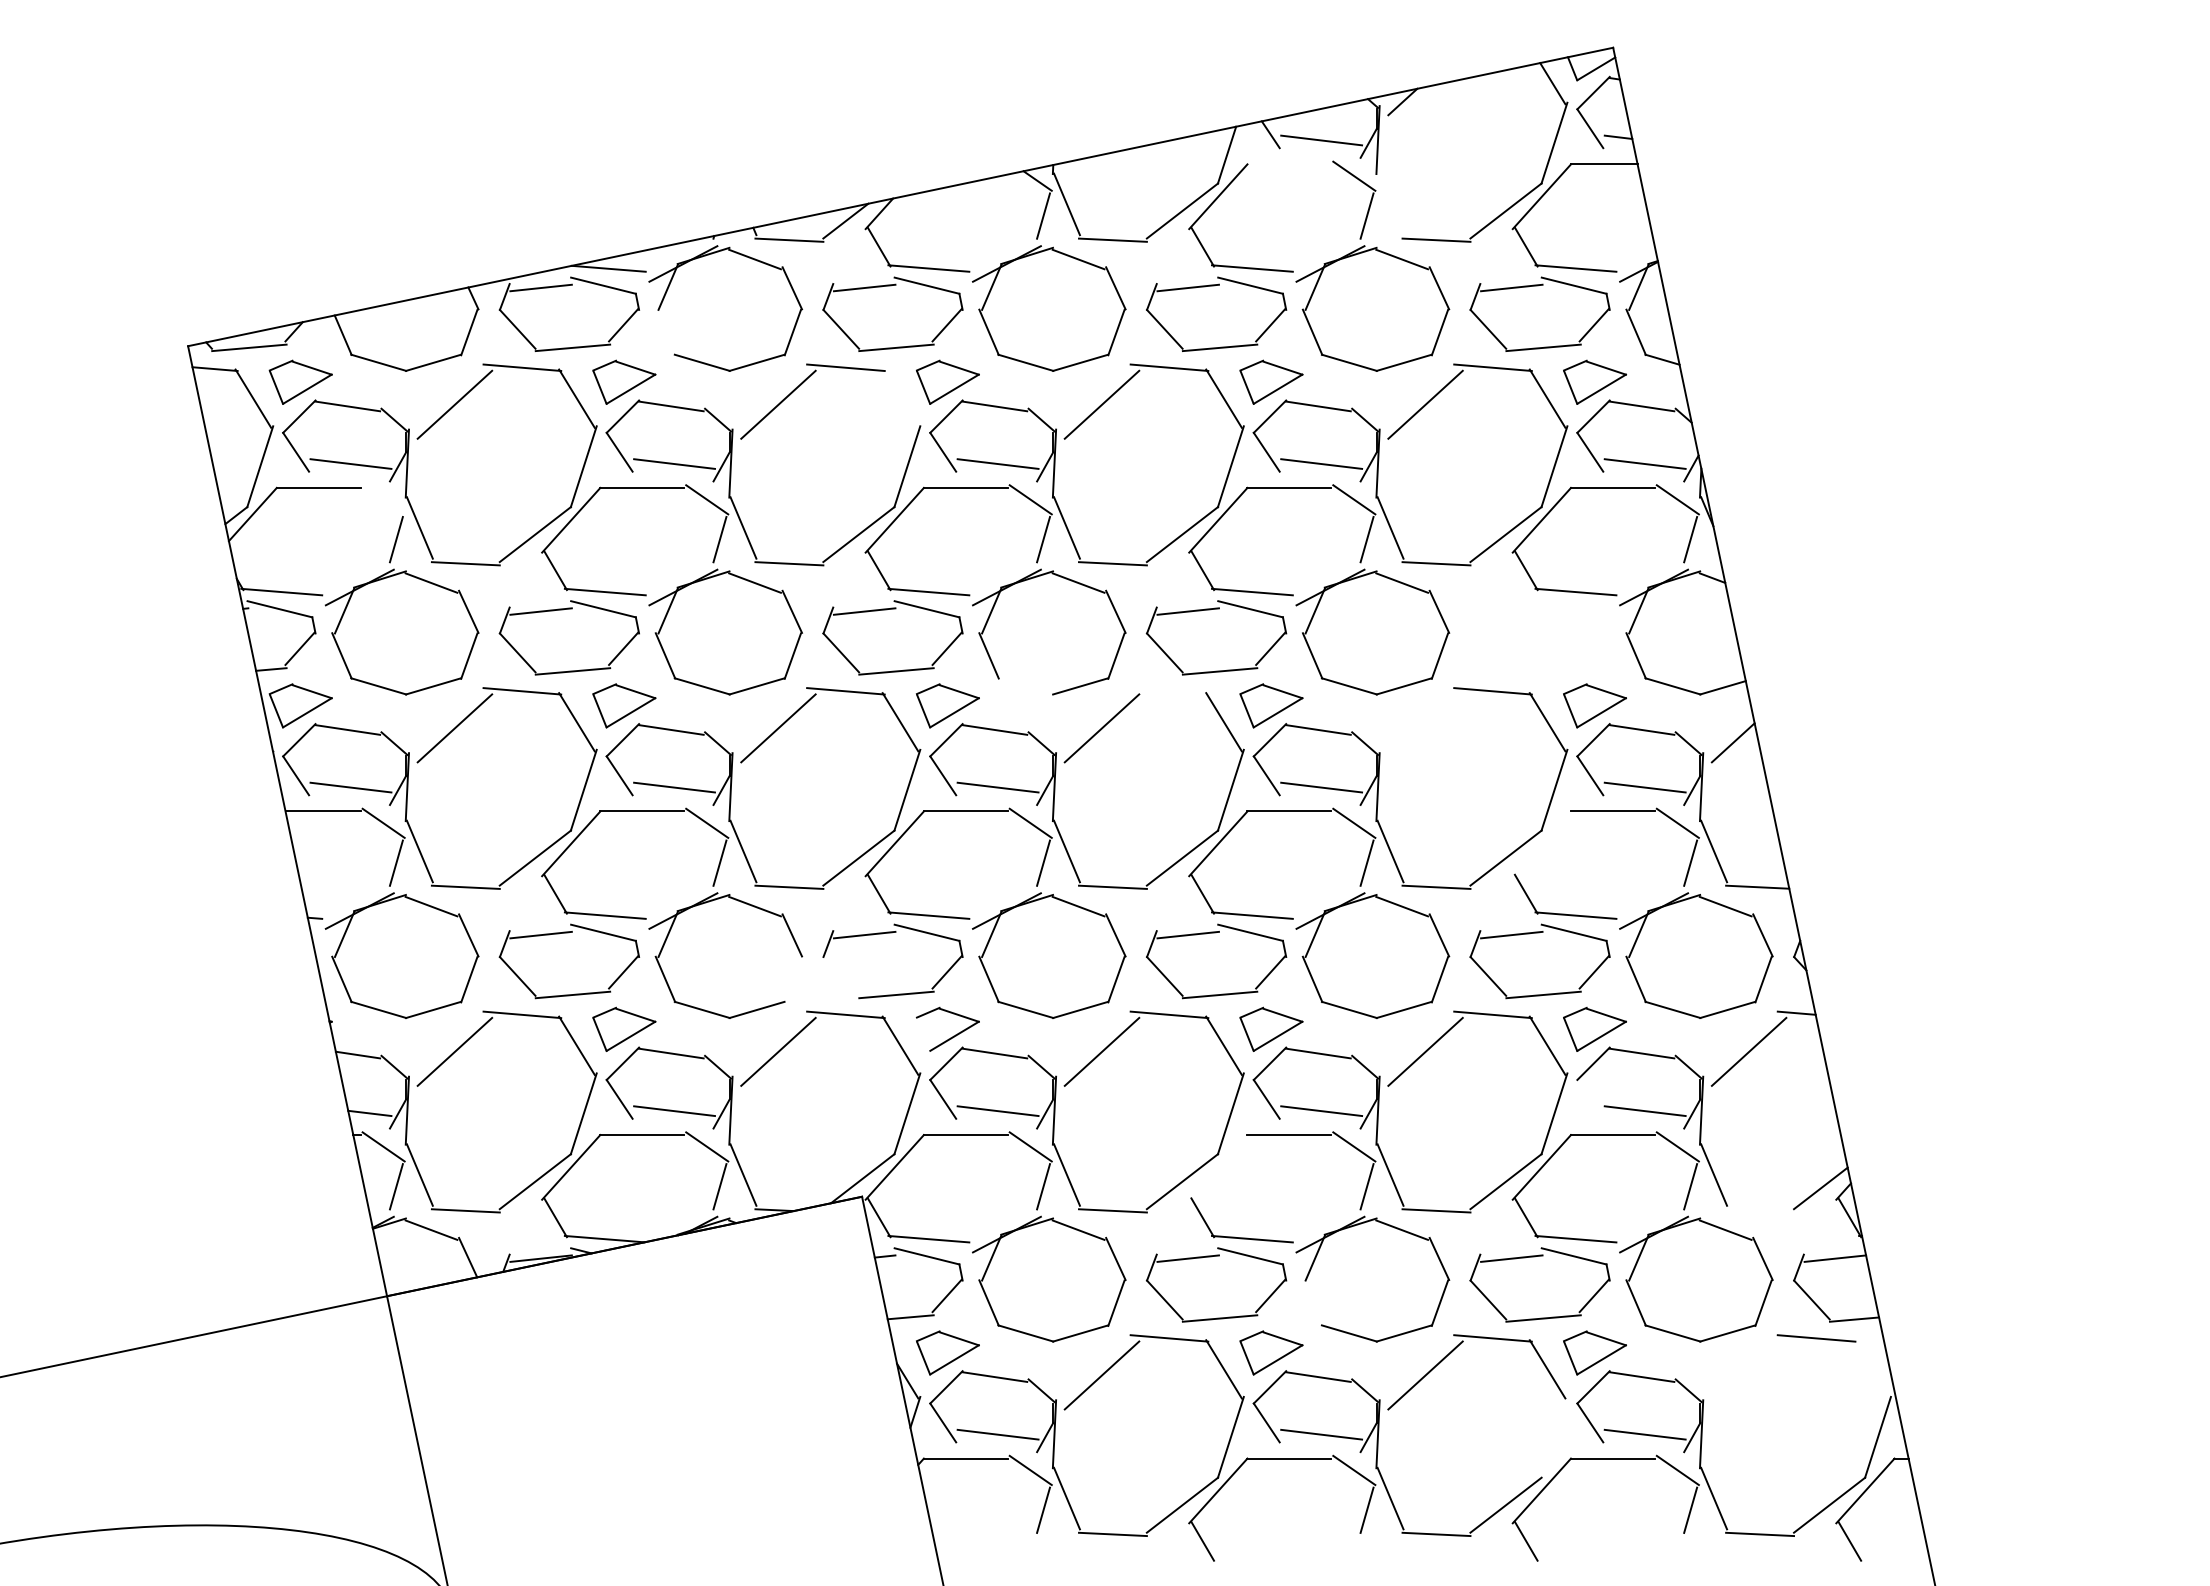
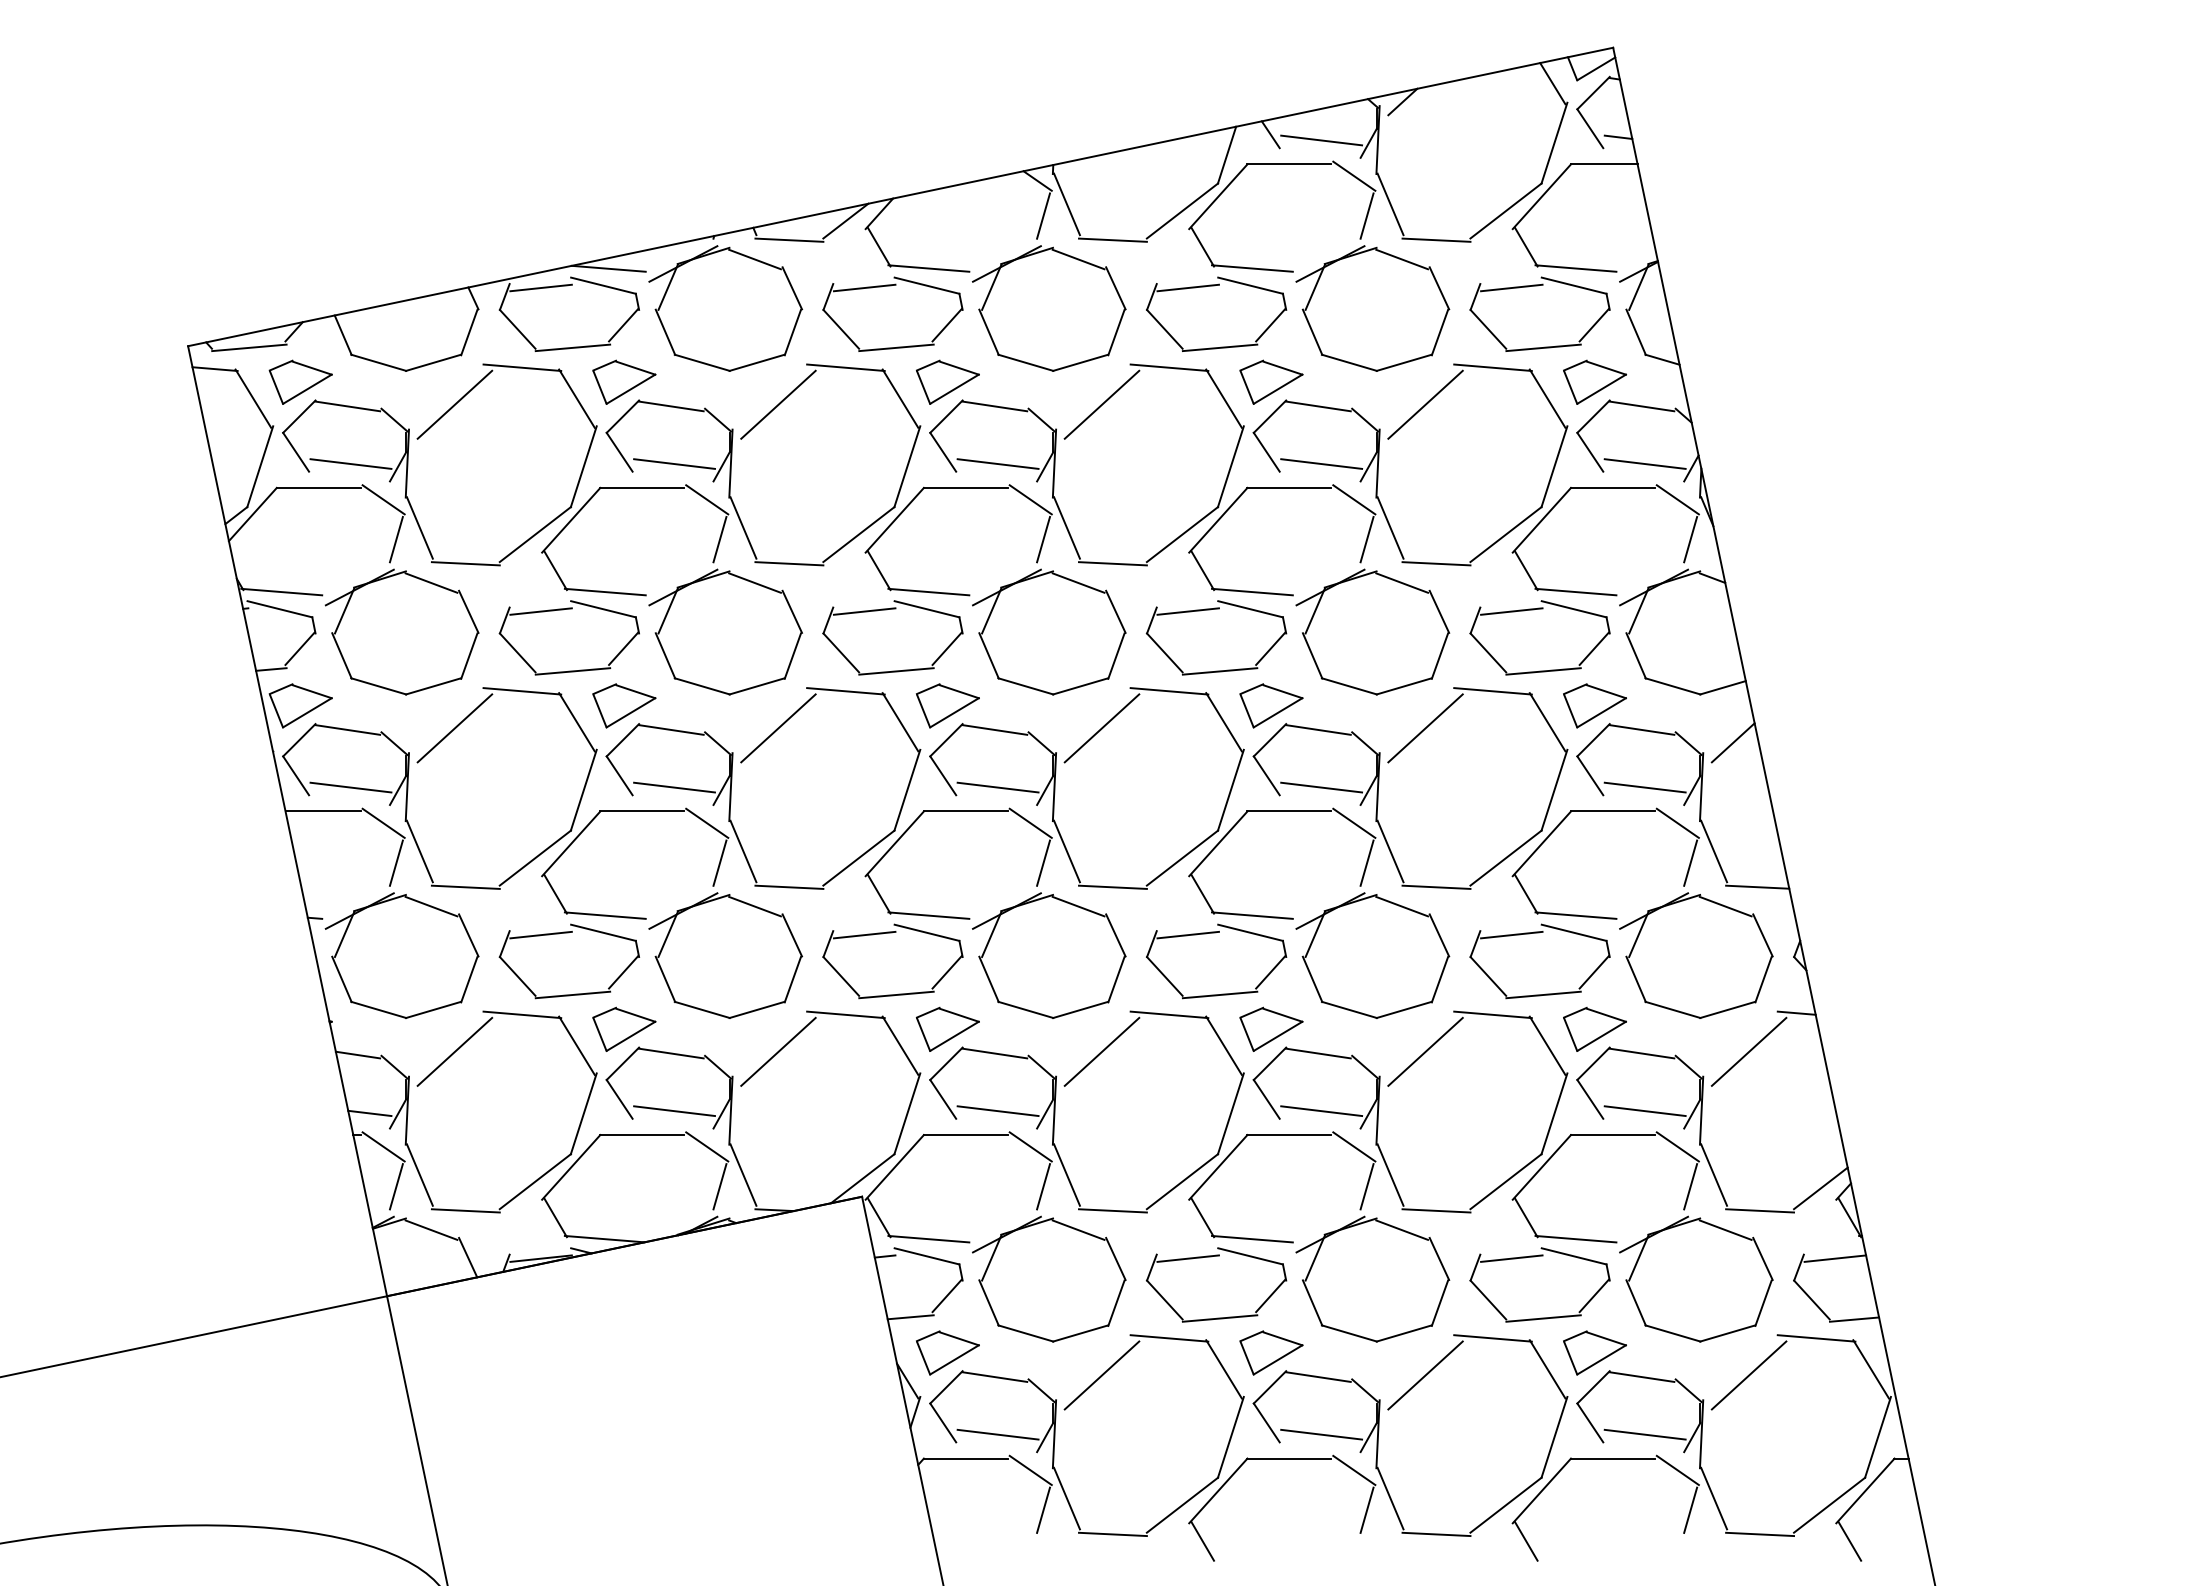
line at (1289, 164): none -> present
line at (1390, 204): none -> present
line at (665, 331): none -> present
line at (900, 398): none -> present
line at (383, 499): none -> present
part at (1534, 610): none -> present
line at (1025, 686): none -> present
line at (1169, 691): none -> present
line at (1425, 728): none -> present
line at (1541, 843): none -> present
line at (841, 976): none -> present
line at (792, 979): none -> present
line at (923, 1034): none -> present
line at (1590, 1098): none -> present
line at (1218, 1167): none -> present
line at (1760, 1210): none -> present
line at (1312, 1302): none -> present
line at (1870, 1369): none -> present
line at (1748, 1375): none -> present
line at (1554, 1436): none -> present
